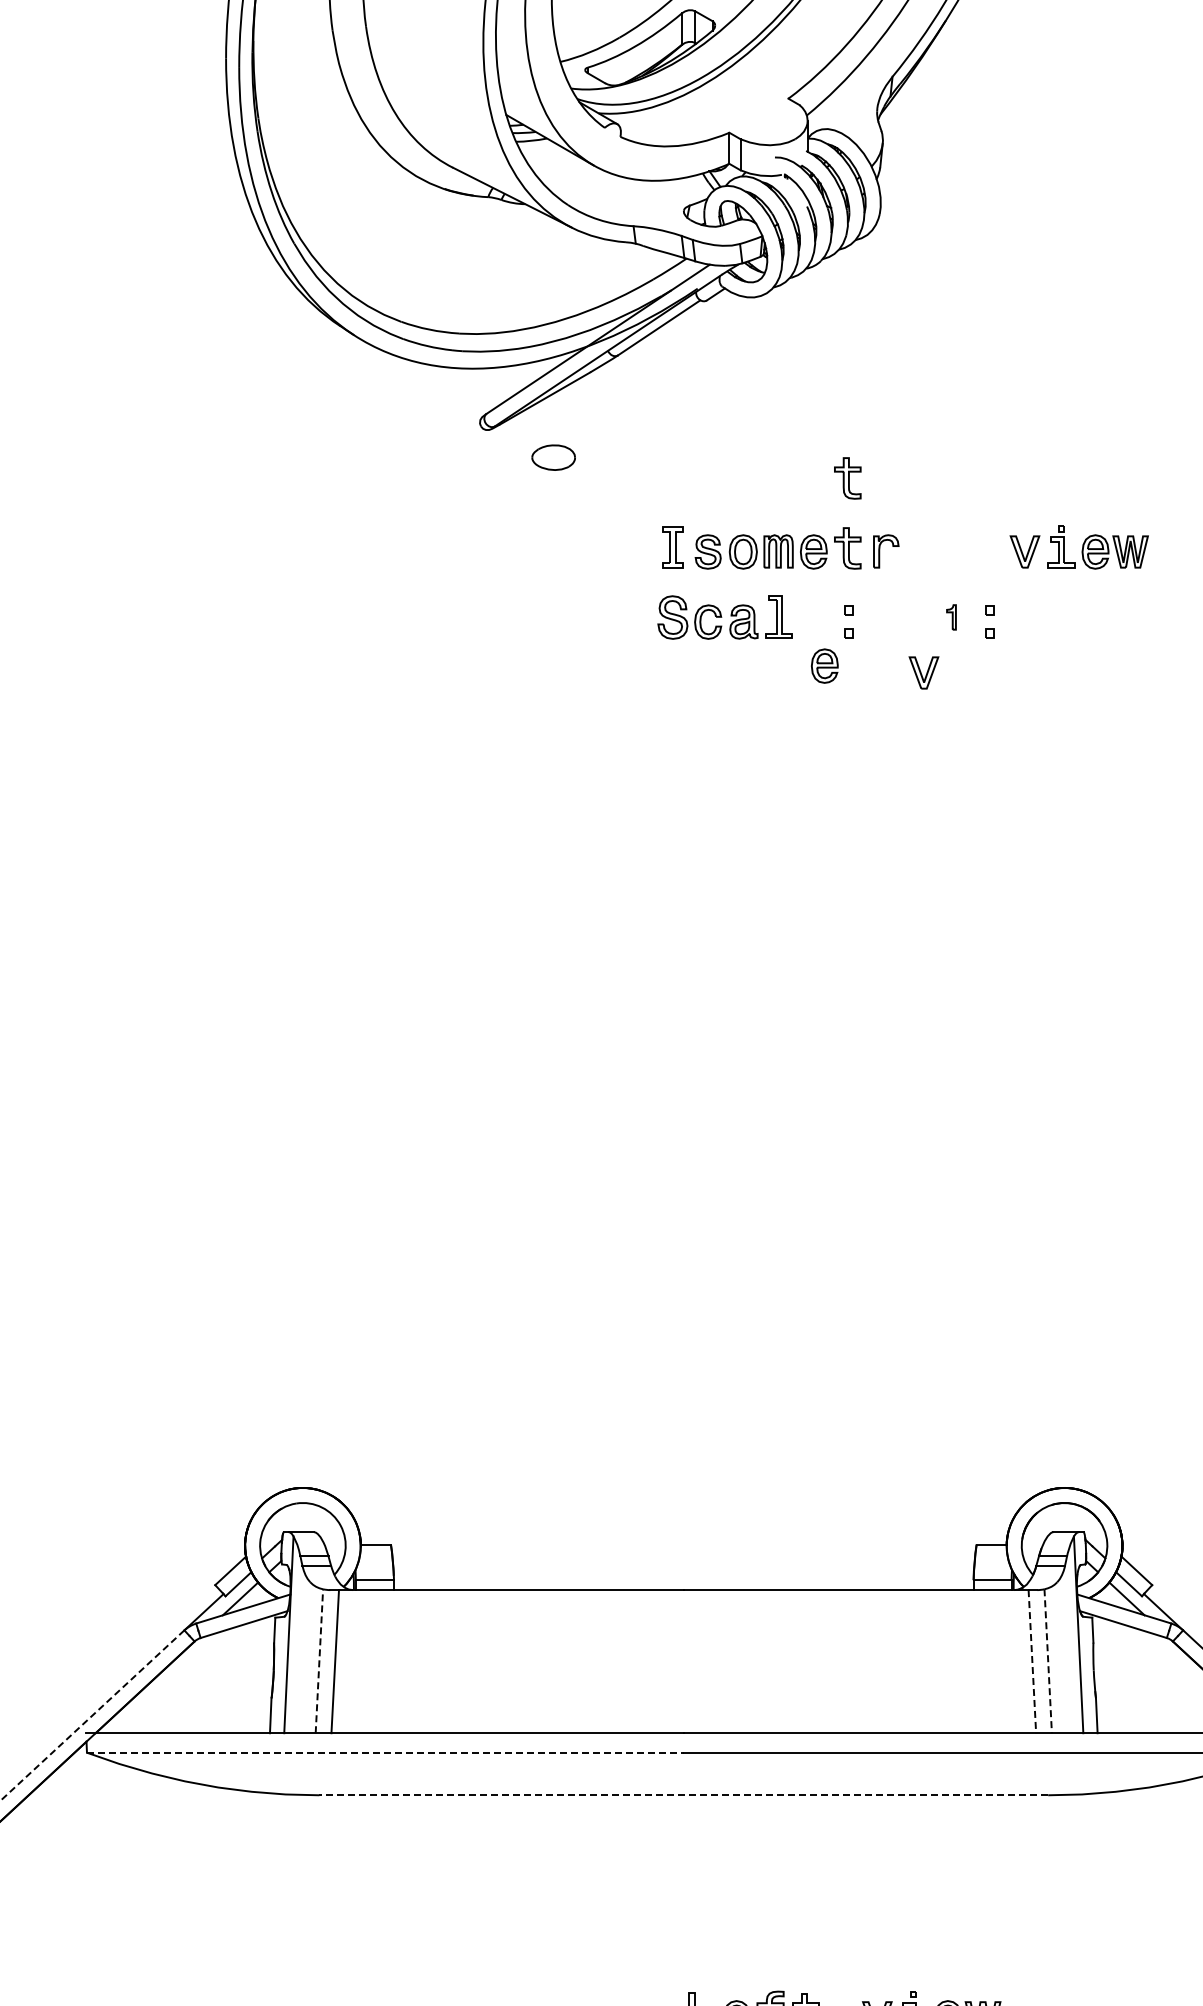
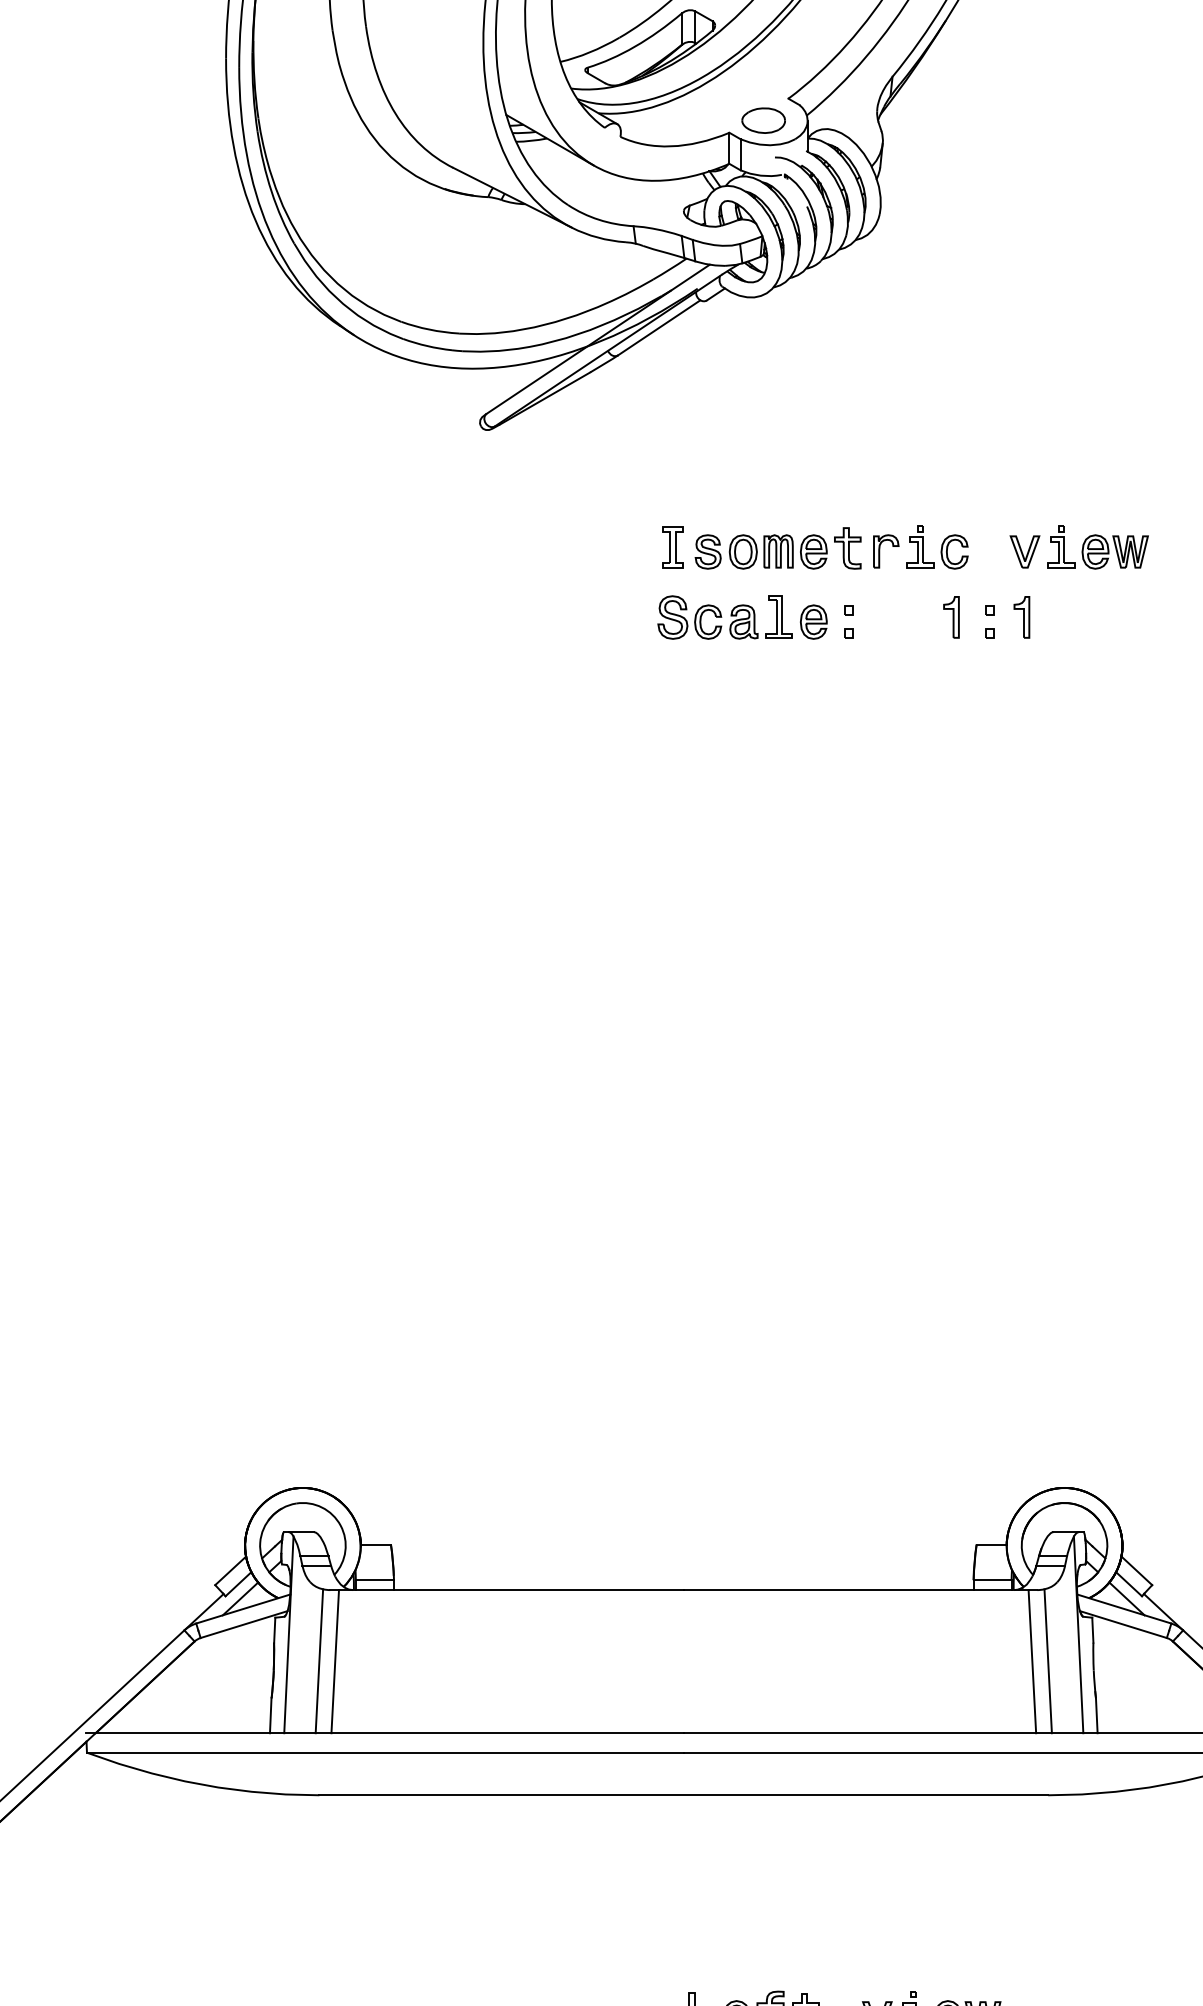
part at (553, 457) position: (553, 457) -> (763, 120)
part at (847, 478): present -> none
part at (937, 547): none -> present
part at (951, 617) size: 11x27 px -> 17x43 px
part at (1021, 617): none -> present
part at (824, 665) position: (824, 665) -> (813, 621)
part at (923, 672): present -> none
line at (319, 1660): dashed -> solid
line at (1032, 1661): dashed -> solid
line at (1048, 1661): dashed -> solid
line at (92, 1715): dashed -> solid
line at (385, 1752): dashed -> solid
line at (683, 1795): dashed -> solid
